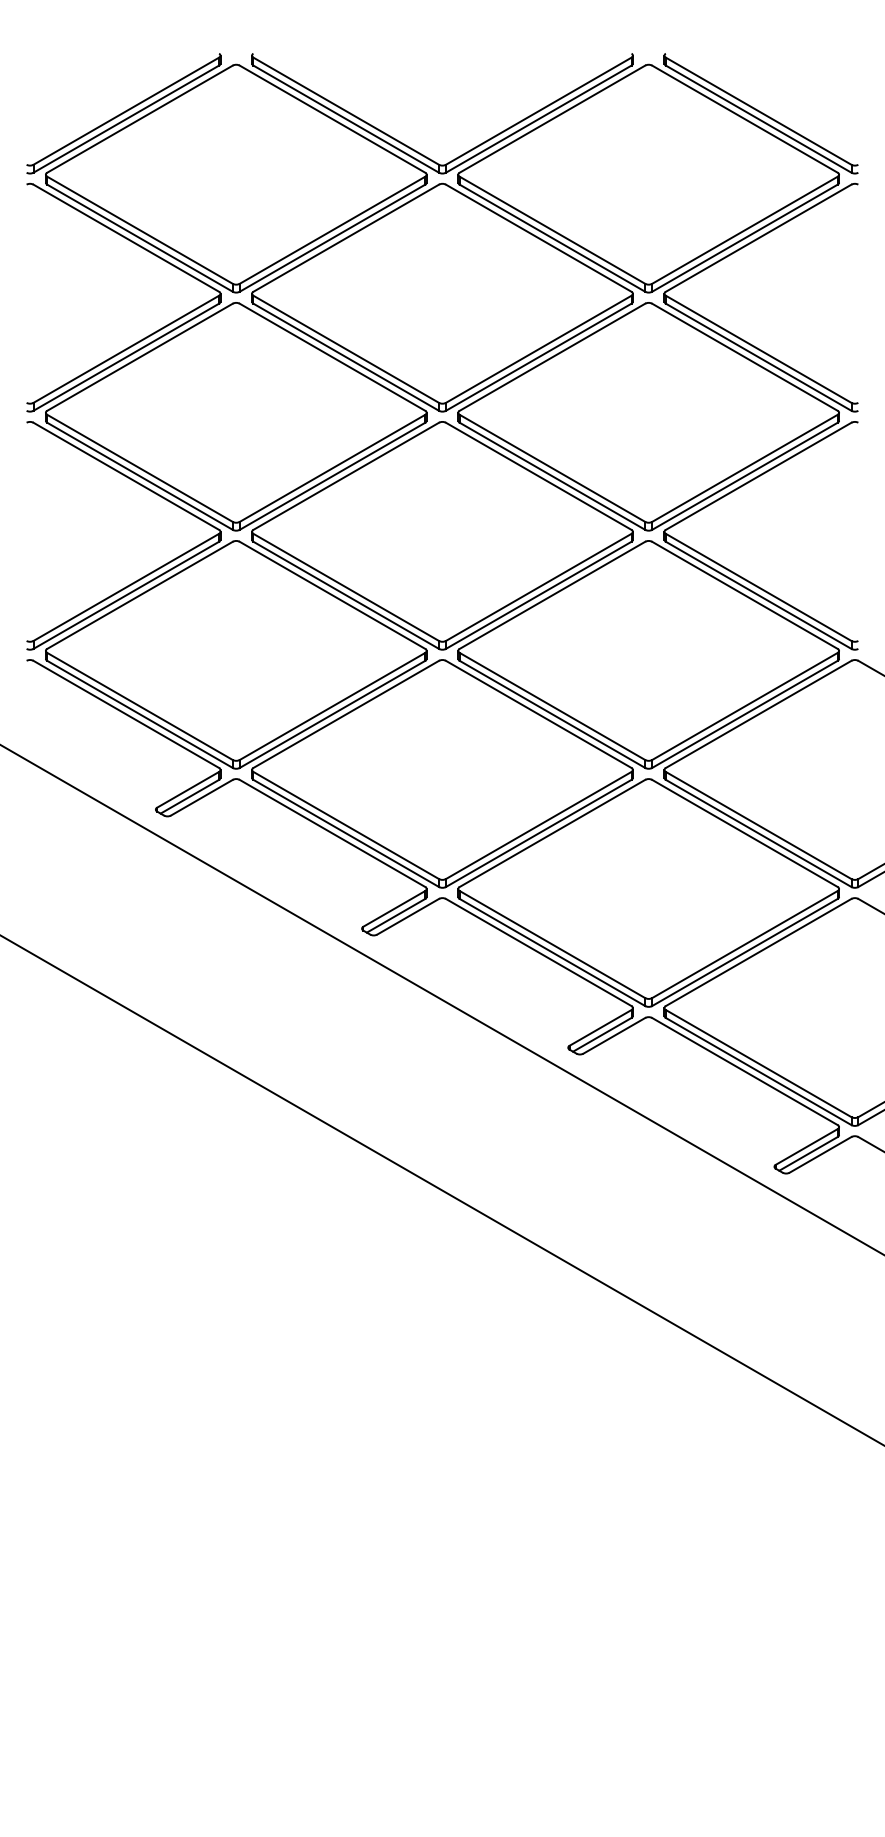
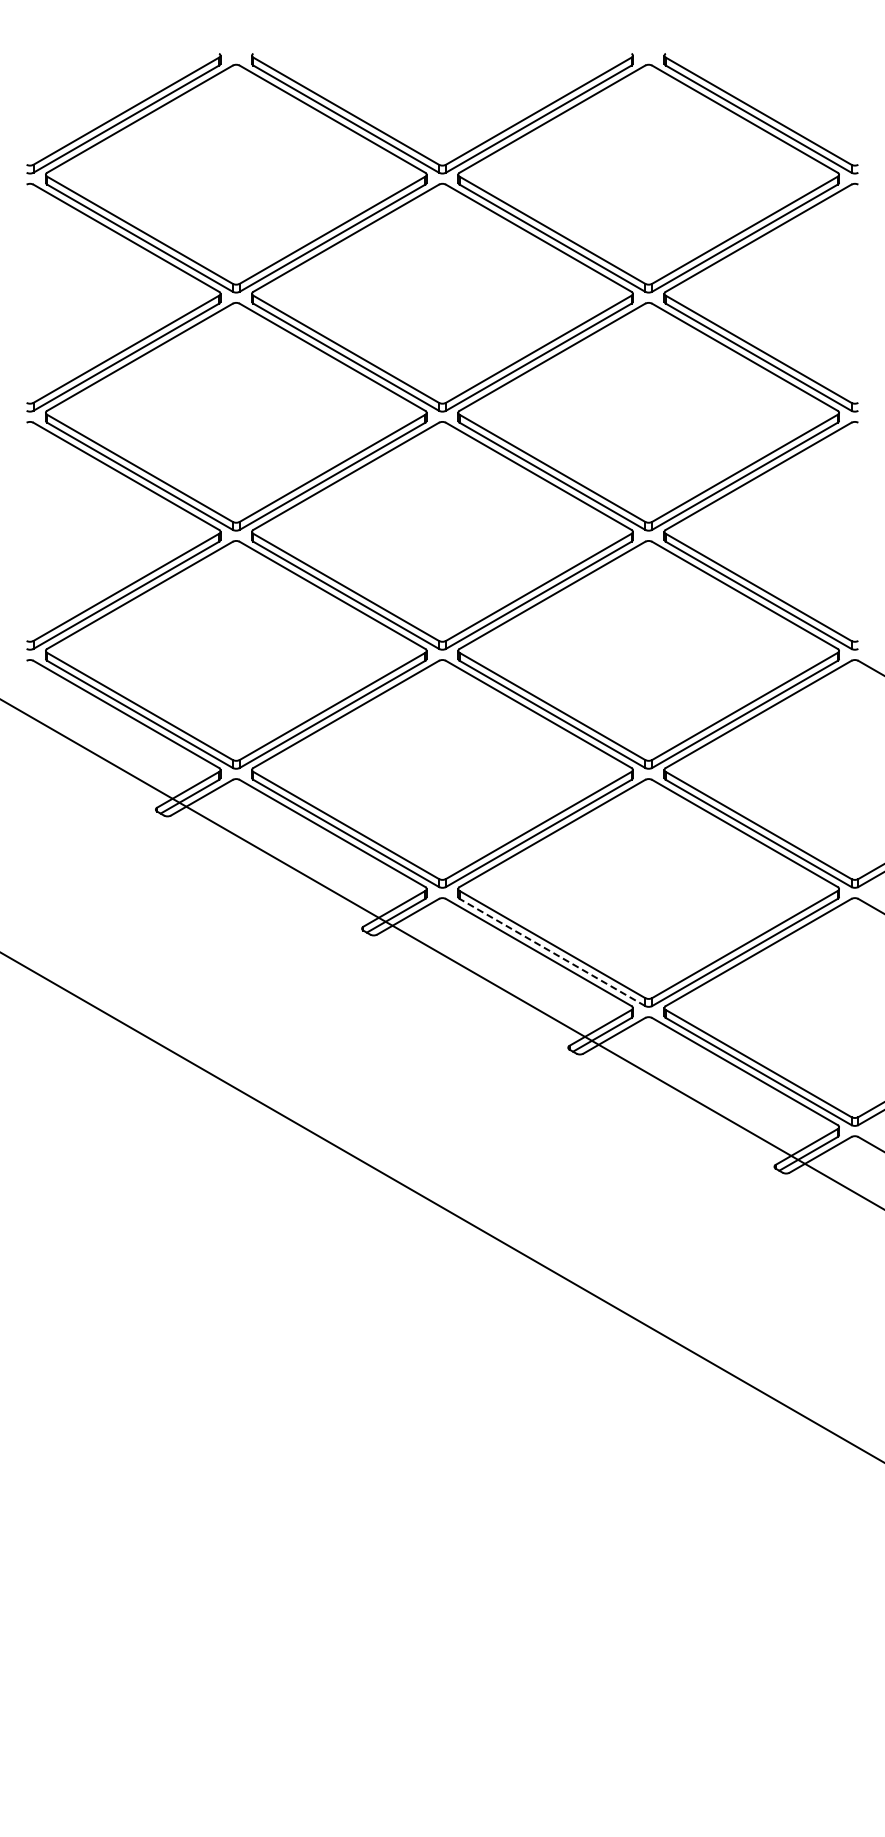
line at (552, 952): solid -> dashed
line at (441, 999) position: (441, 999) -> (441, 953)
line at (441, 1190) position: (441, 1190) -> (441, 1207)
